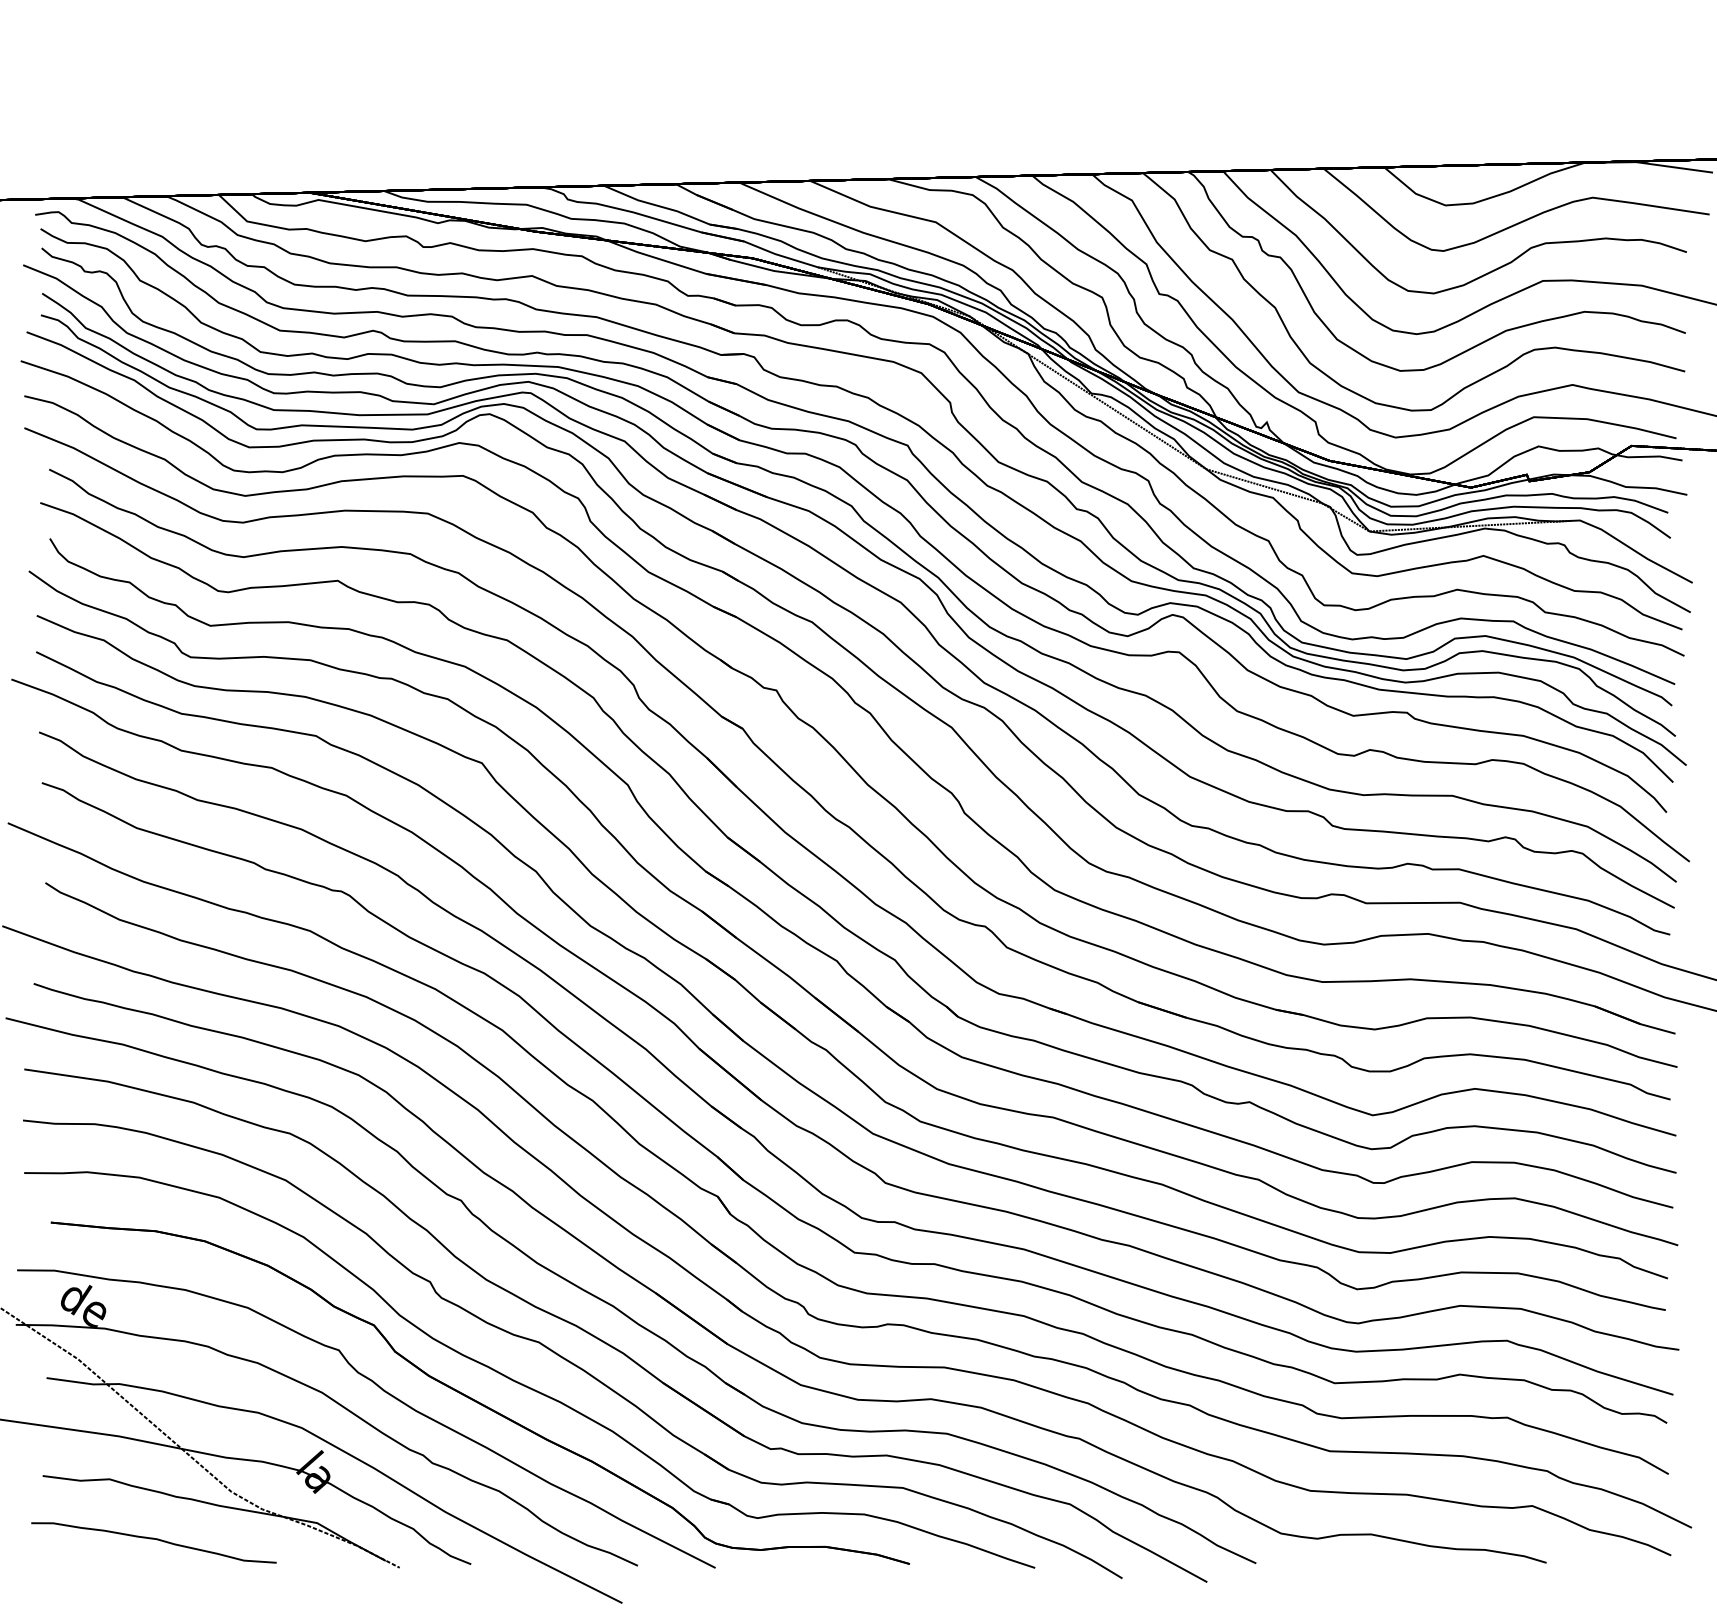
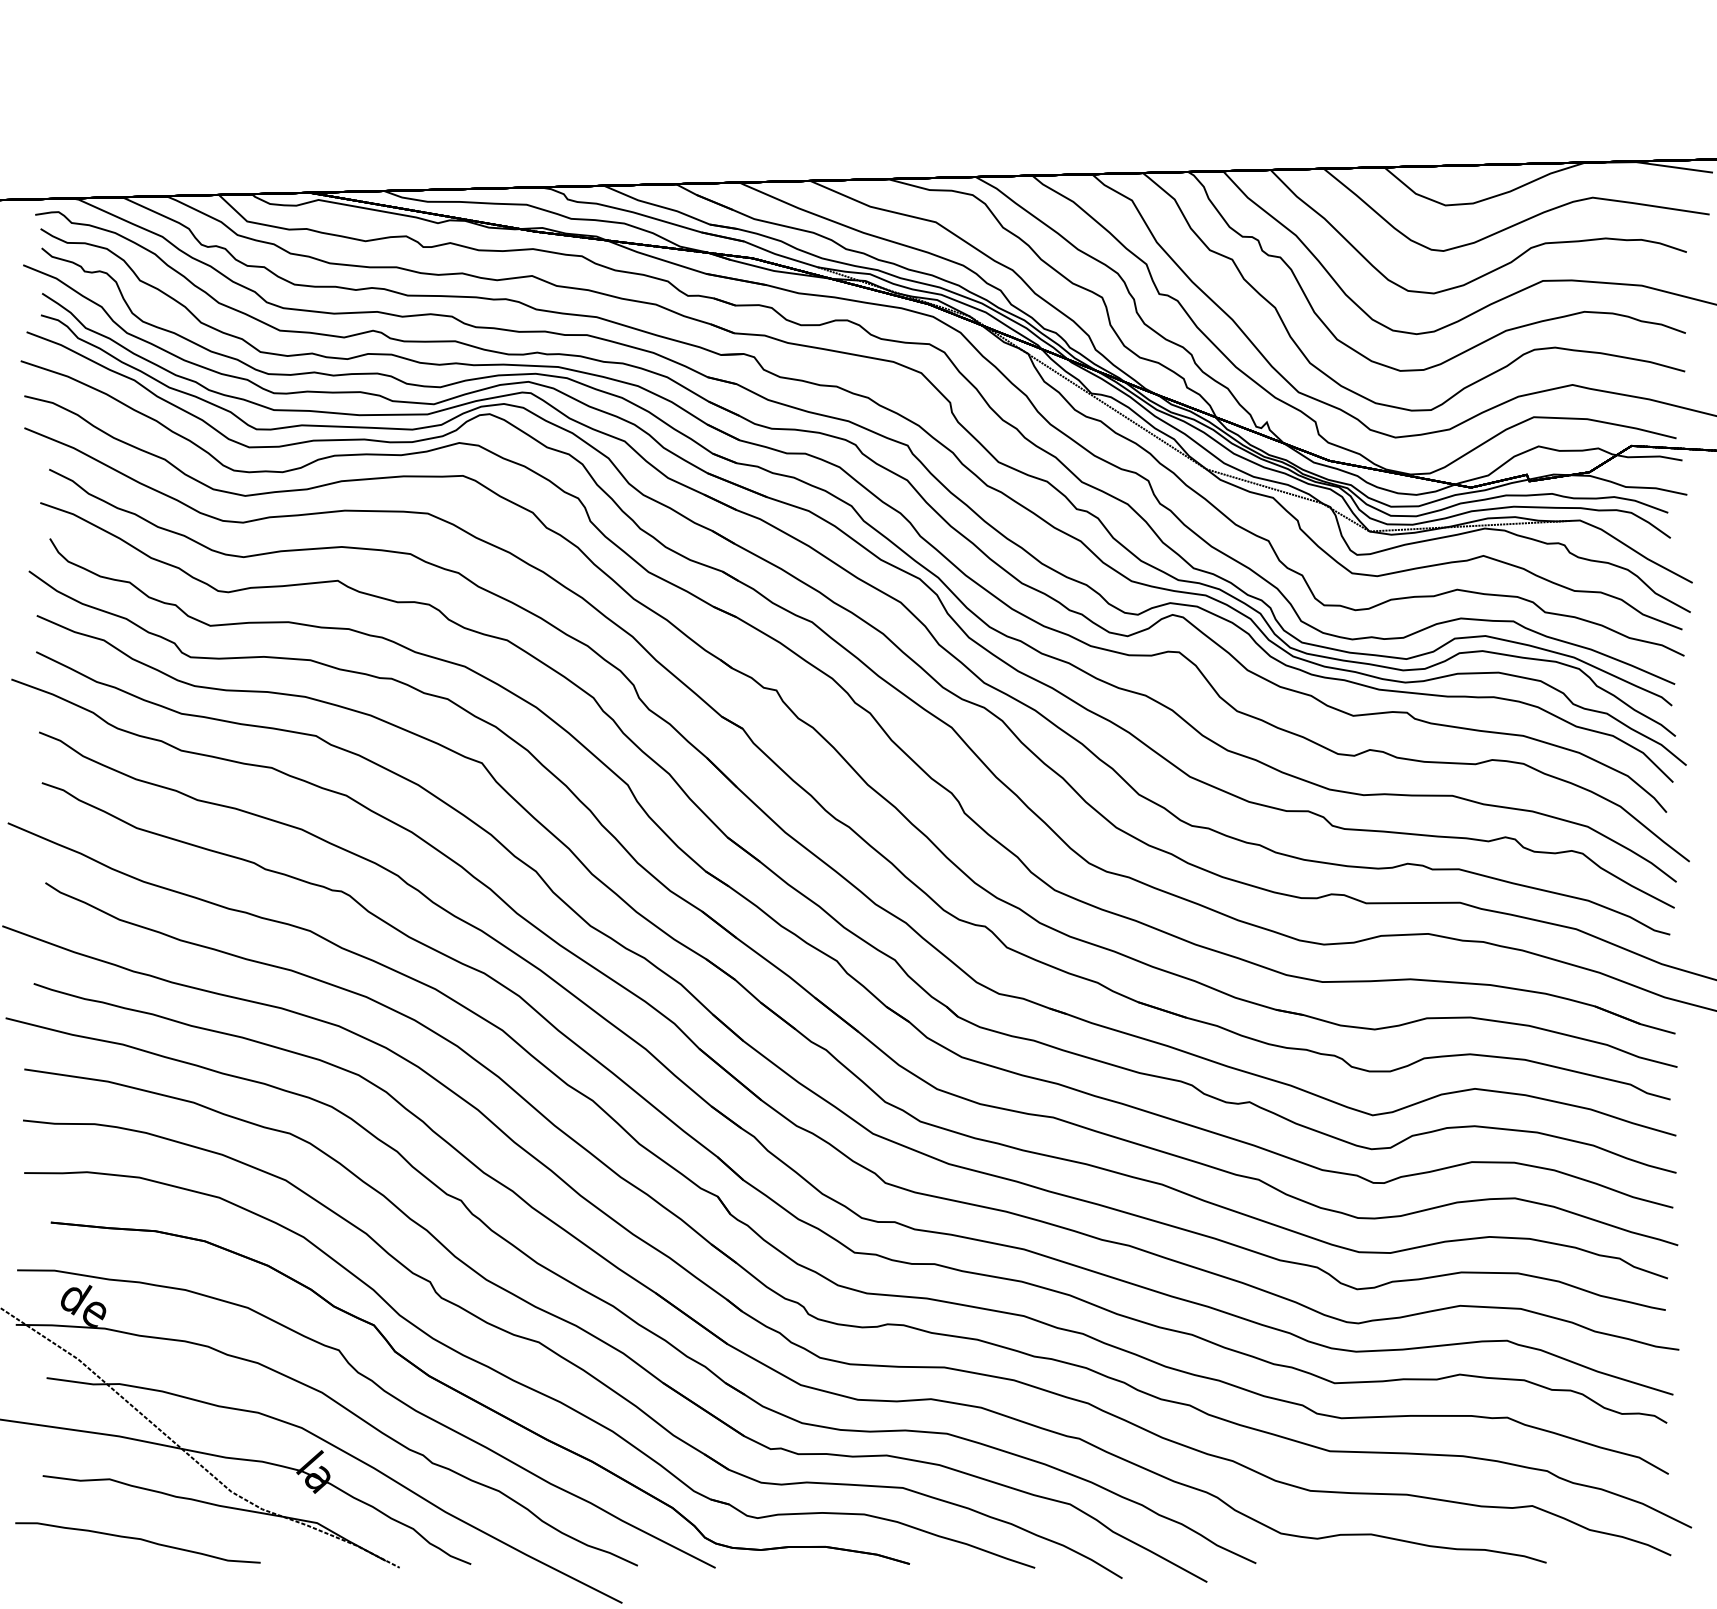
curve at (153, 1539) position: (153, 1539) -> (137, 1539)
